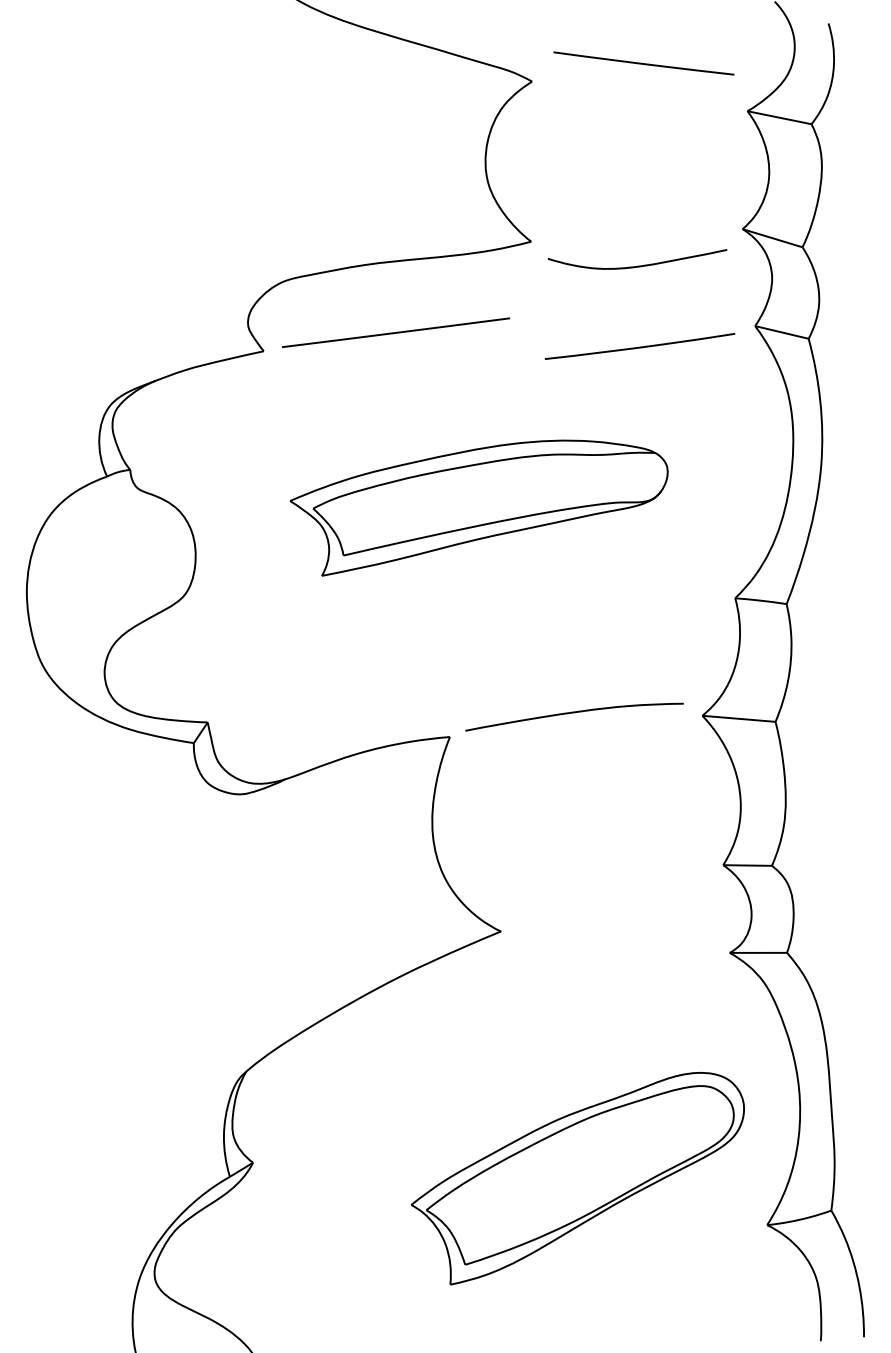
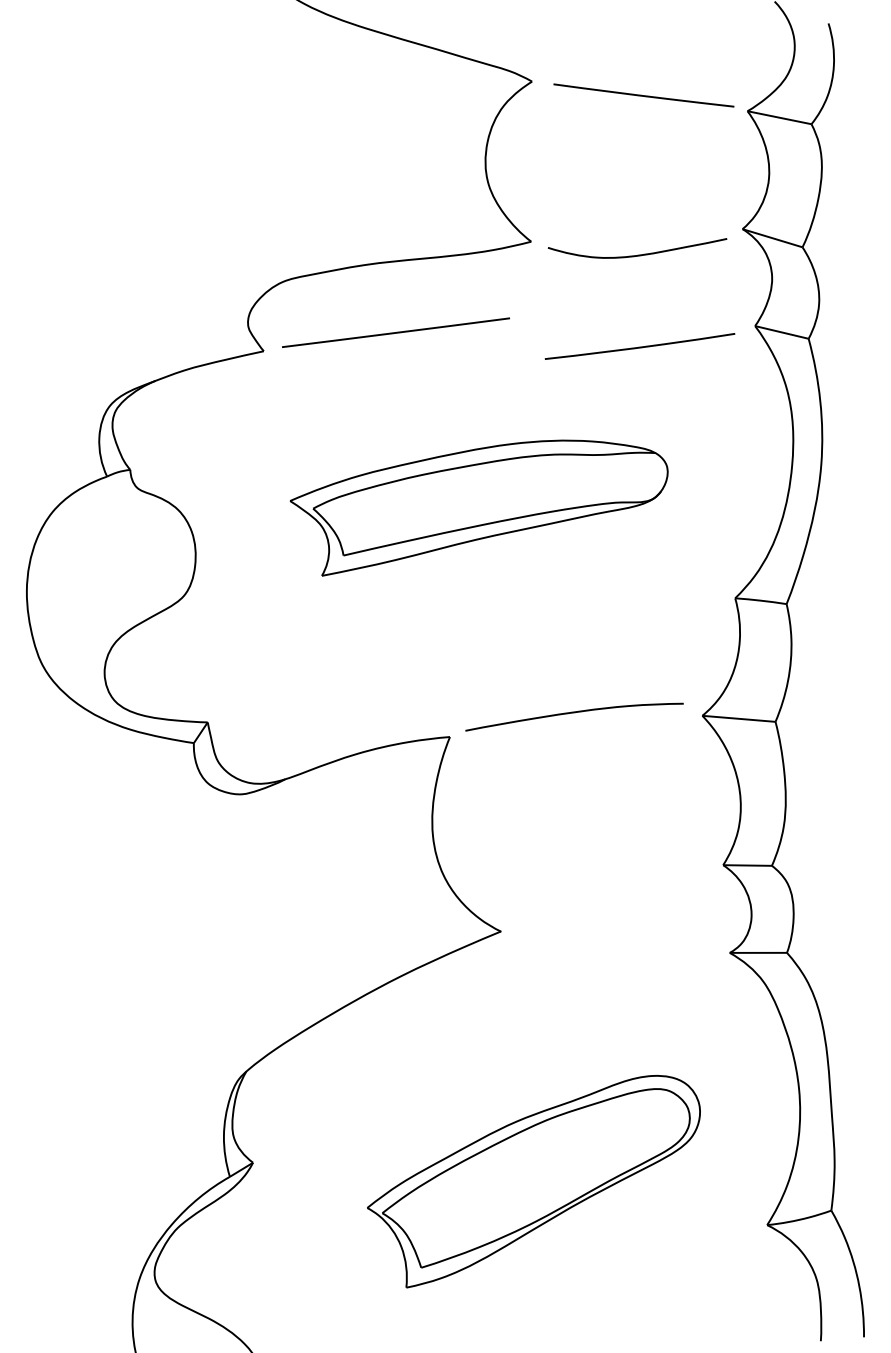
line at (643, 63) position: (643, 63) -> (643, 95)
curve at (637, 265) position: (637, 265) -> (637, 254)
part at (577, 1178) position: (577, 1178) -> (533, 1181)
